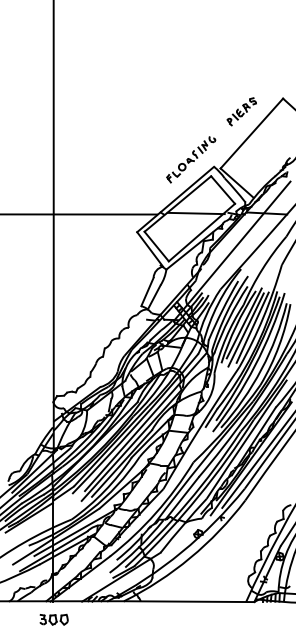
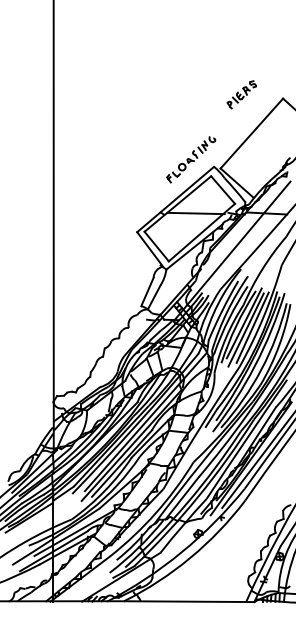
part at (241, 111) position: (241, 111) -> (241, 94)
line at (79, 214): present -> none
part at (53, 619): present -> none
